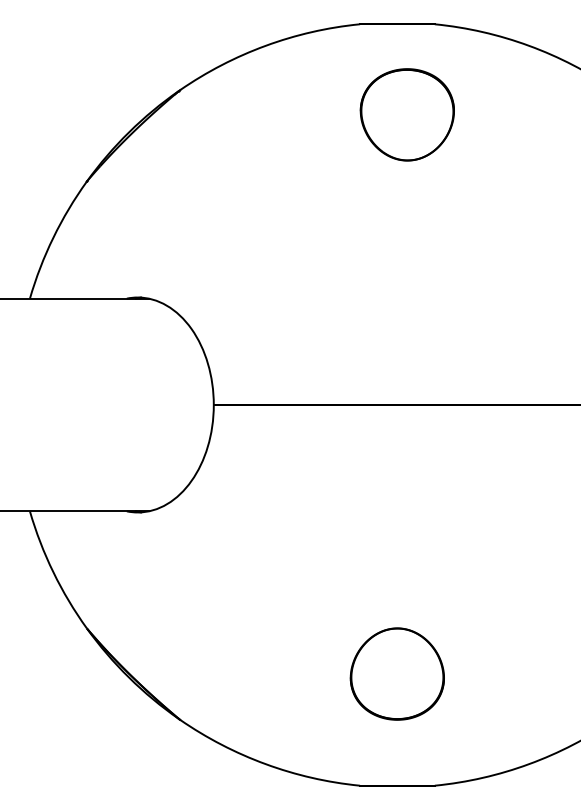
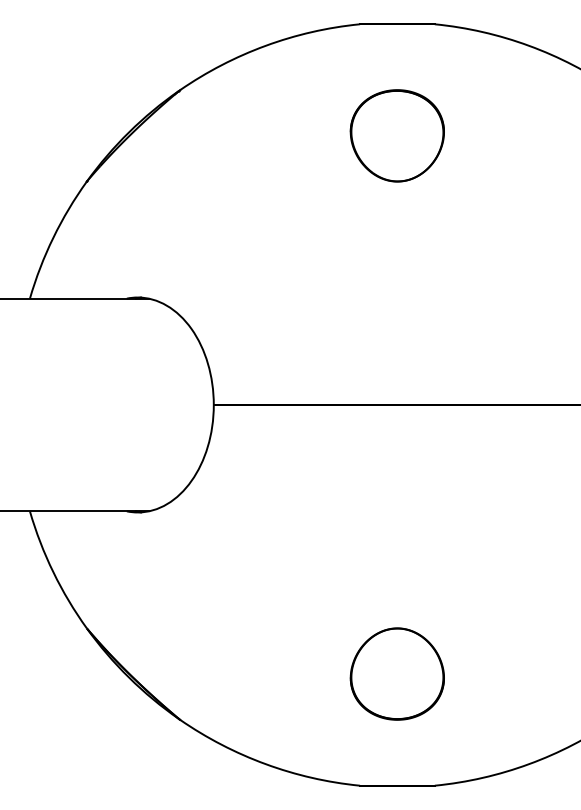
part at (406, 114) position: (406, 114) -> (396, 135)
